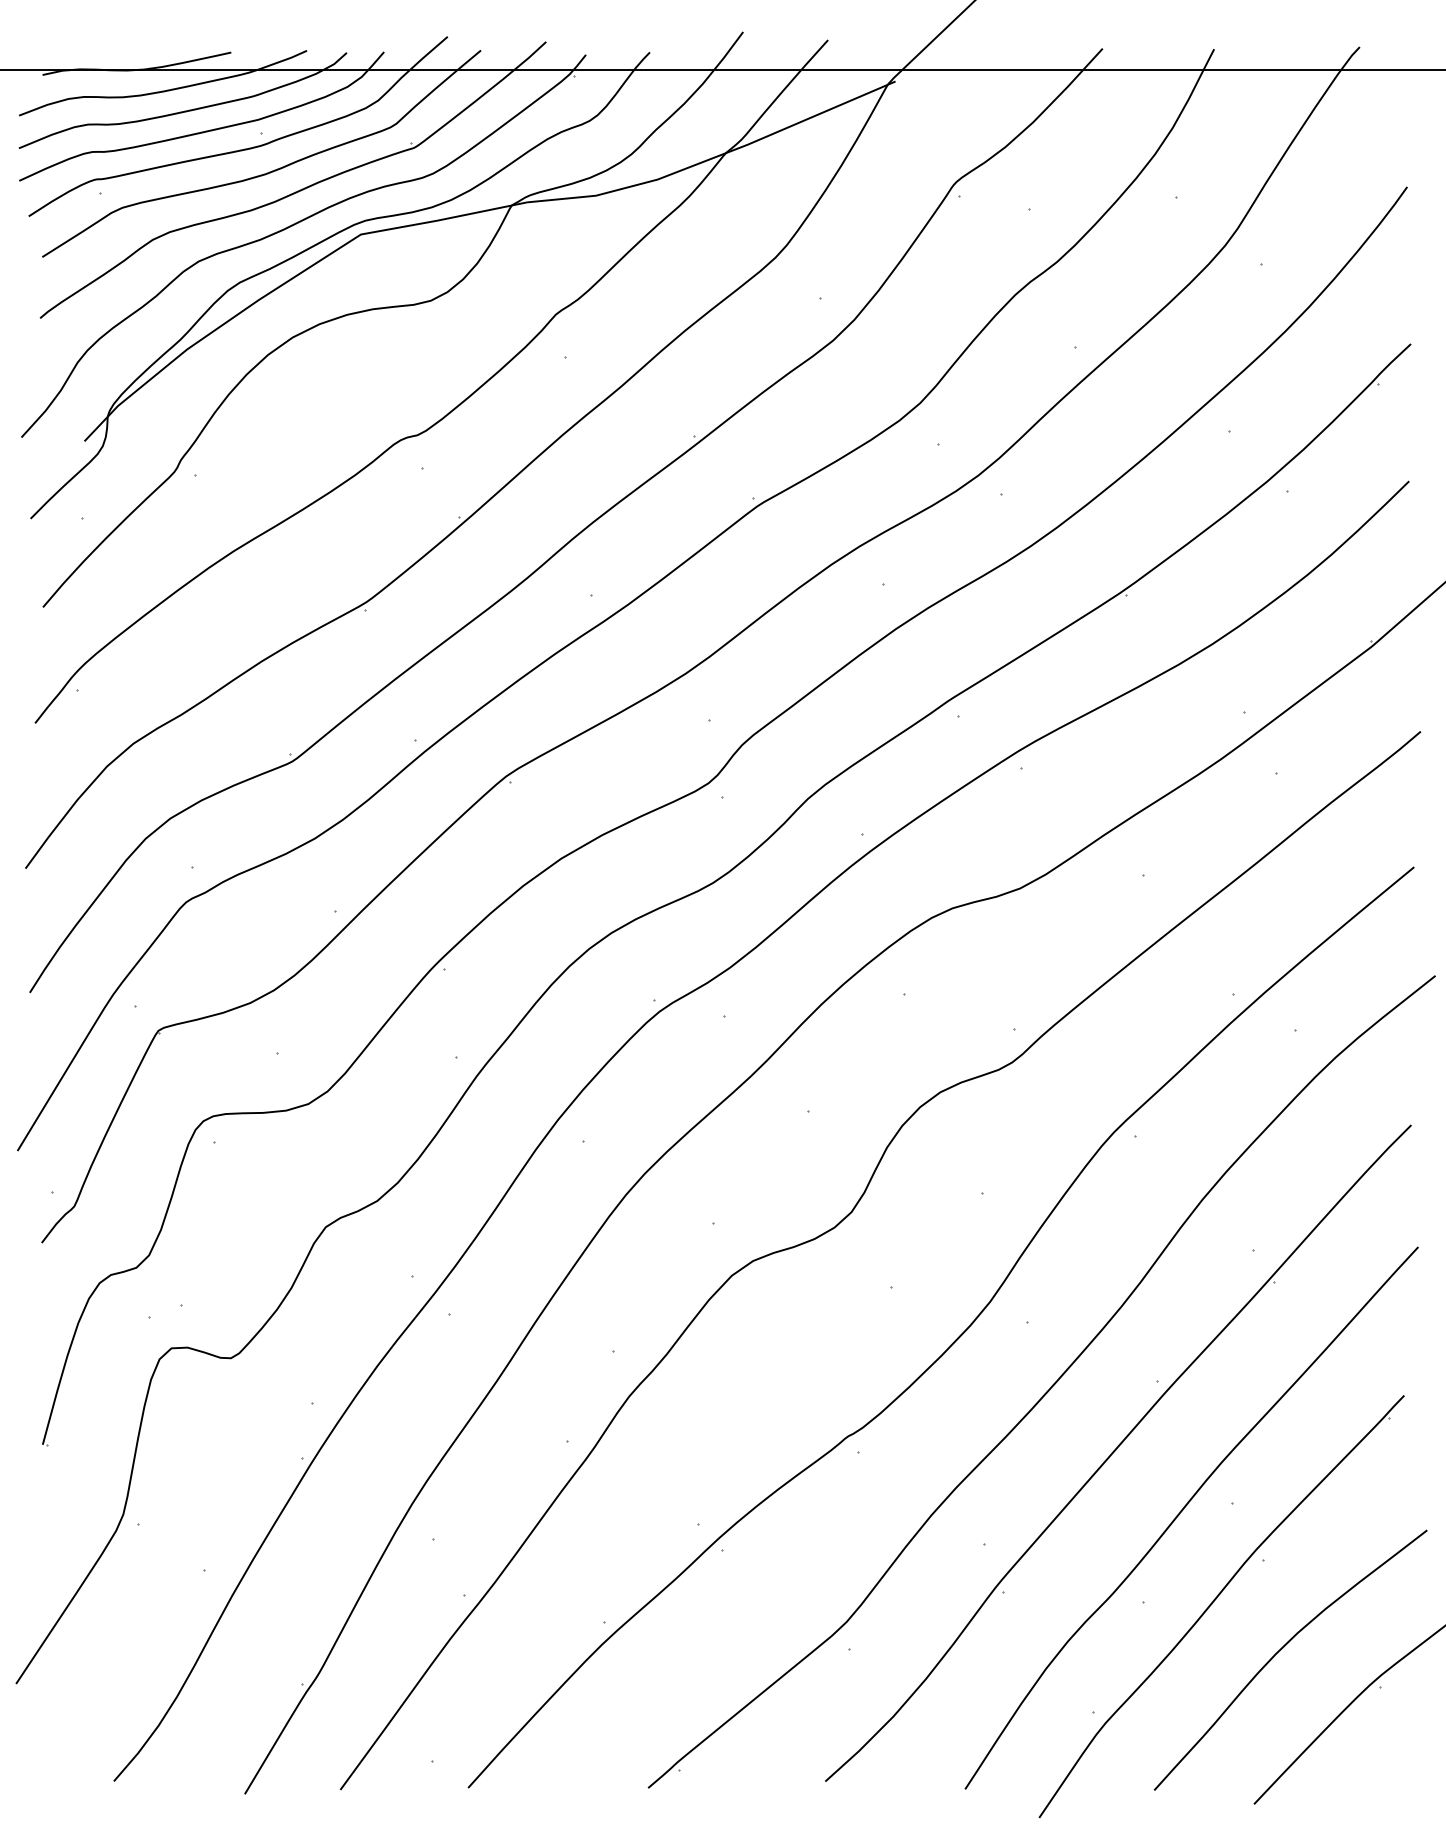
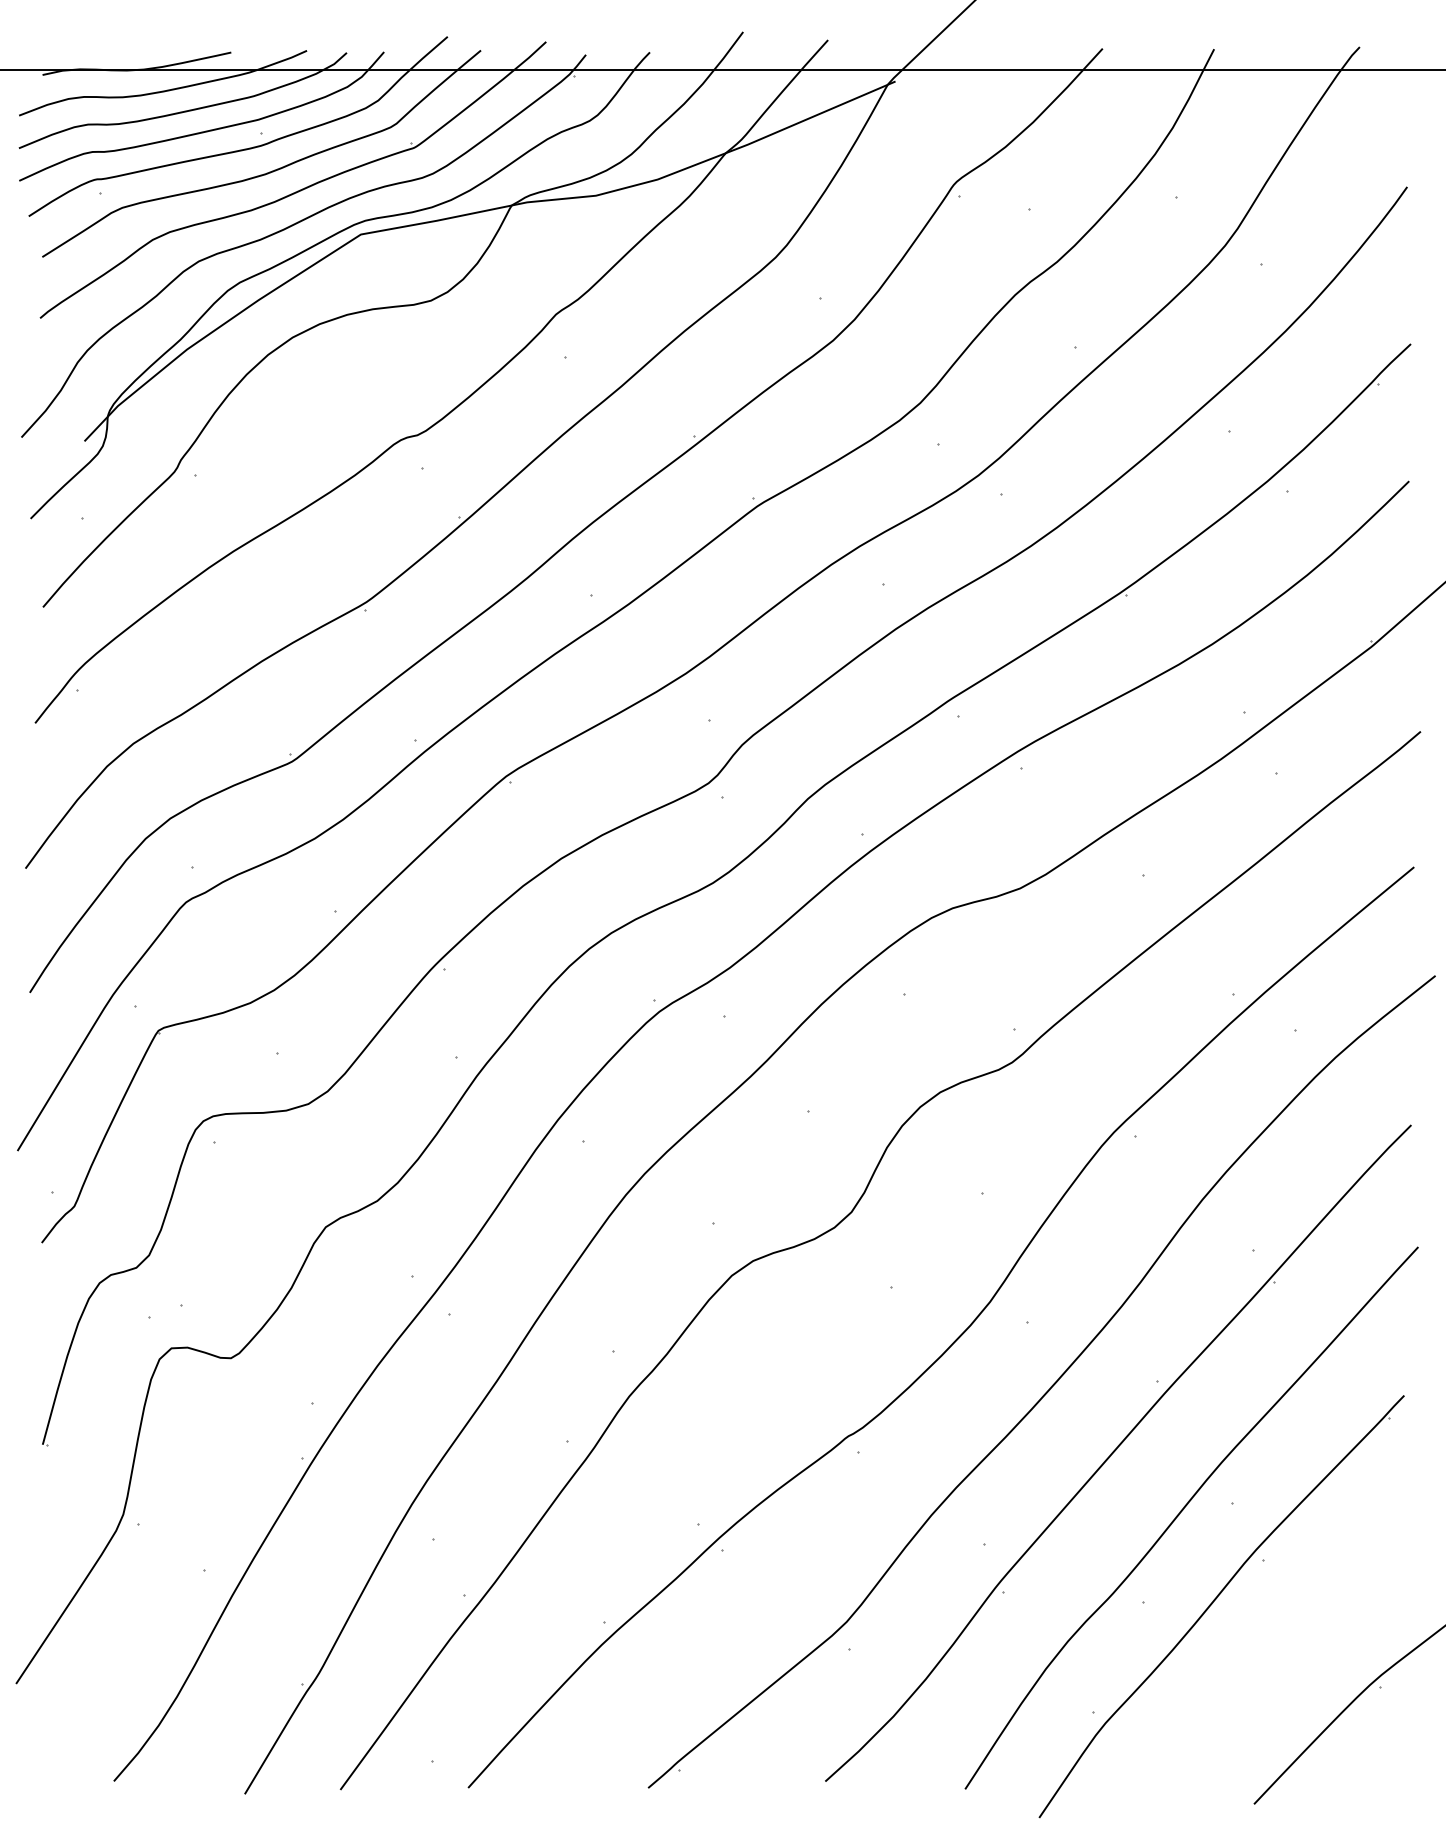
curve at (1281, 1650): present -> none
